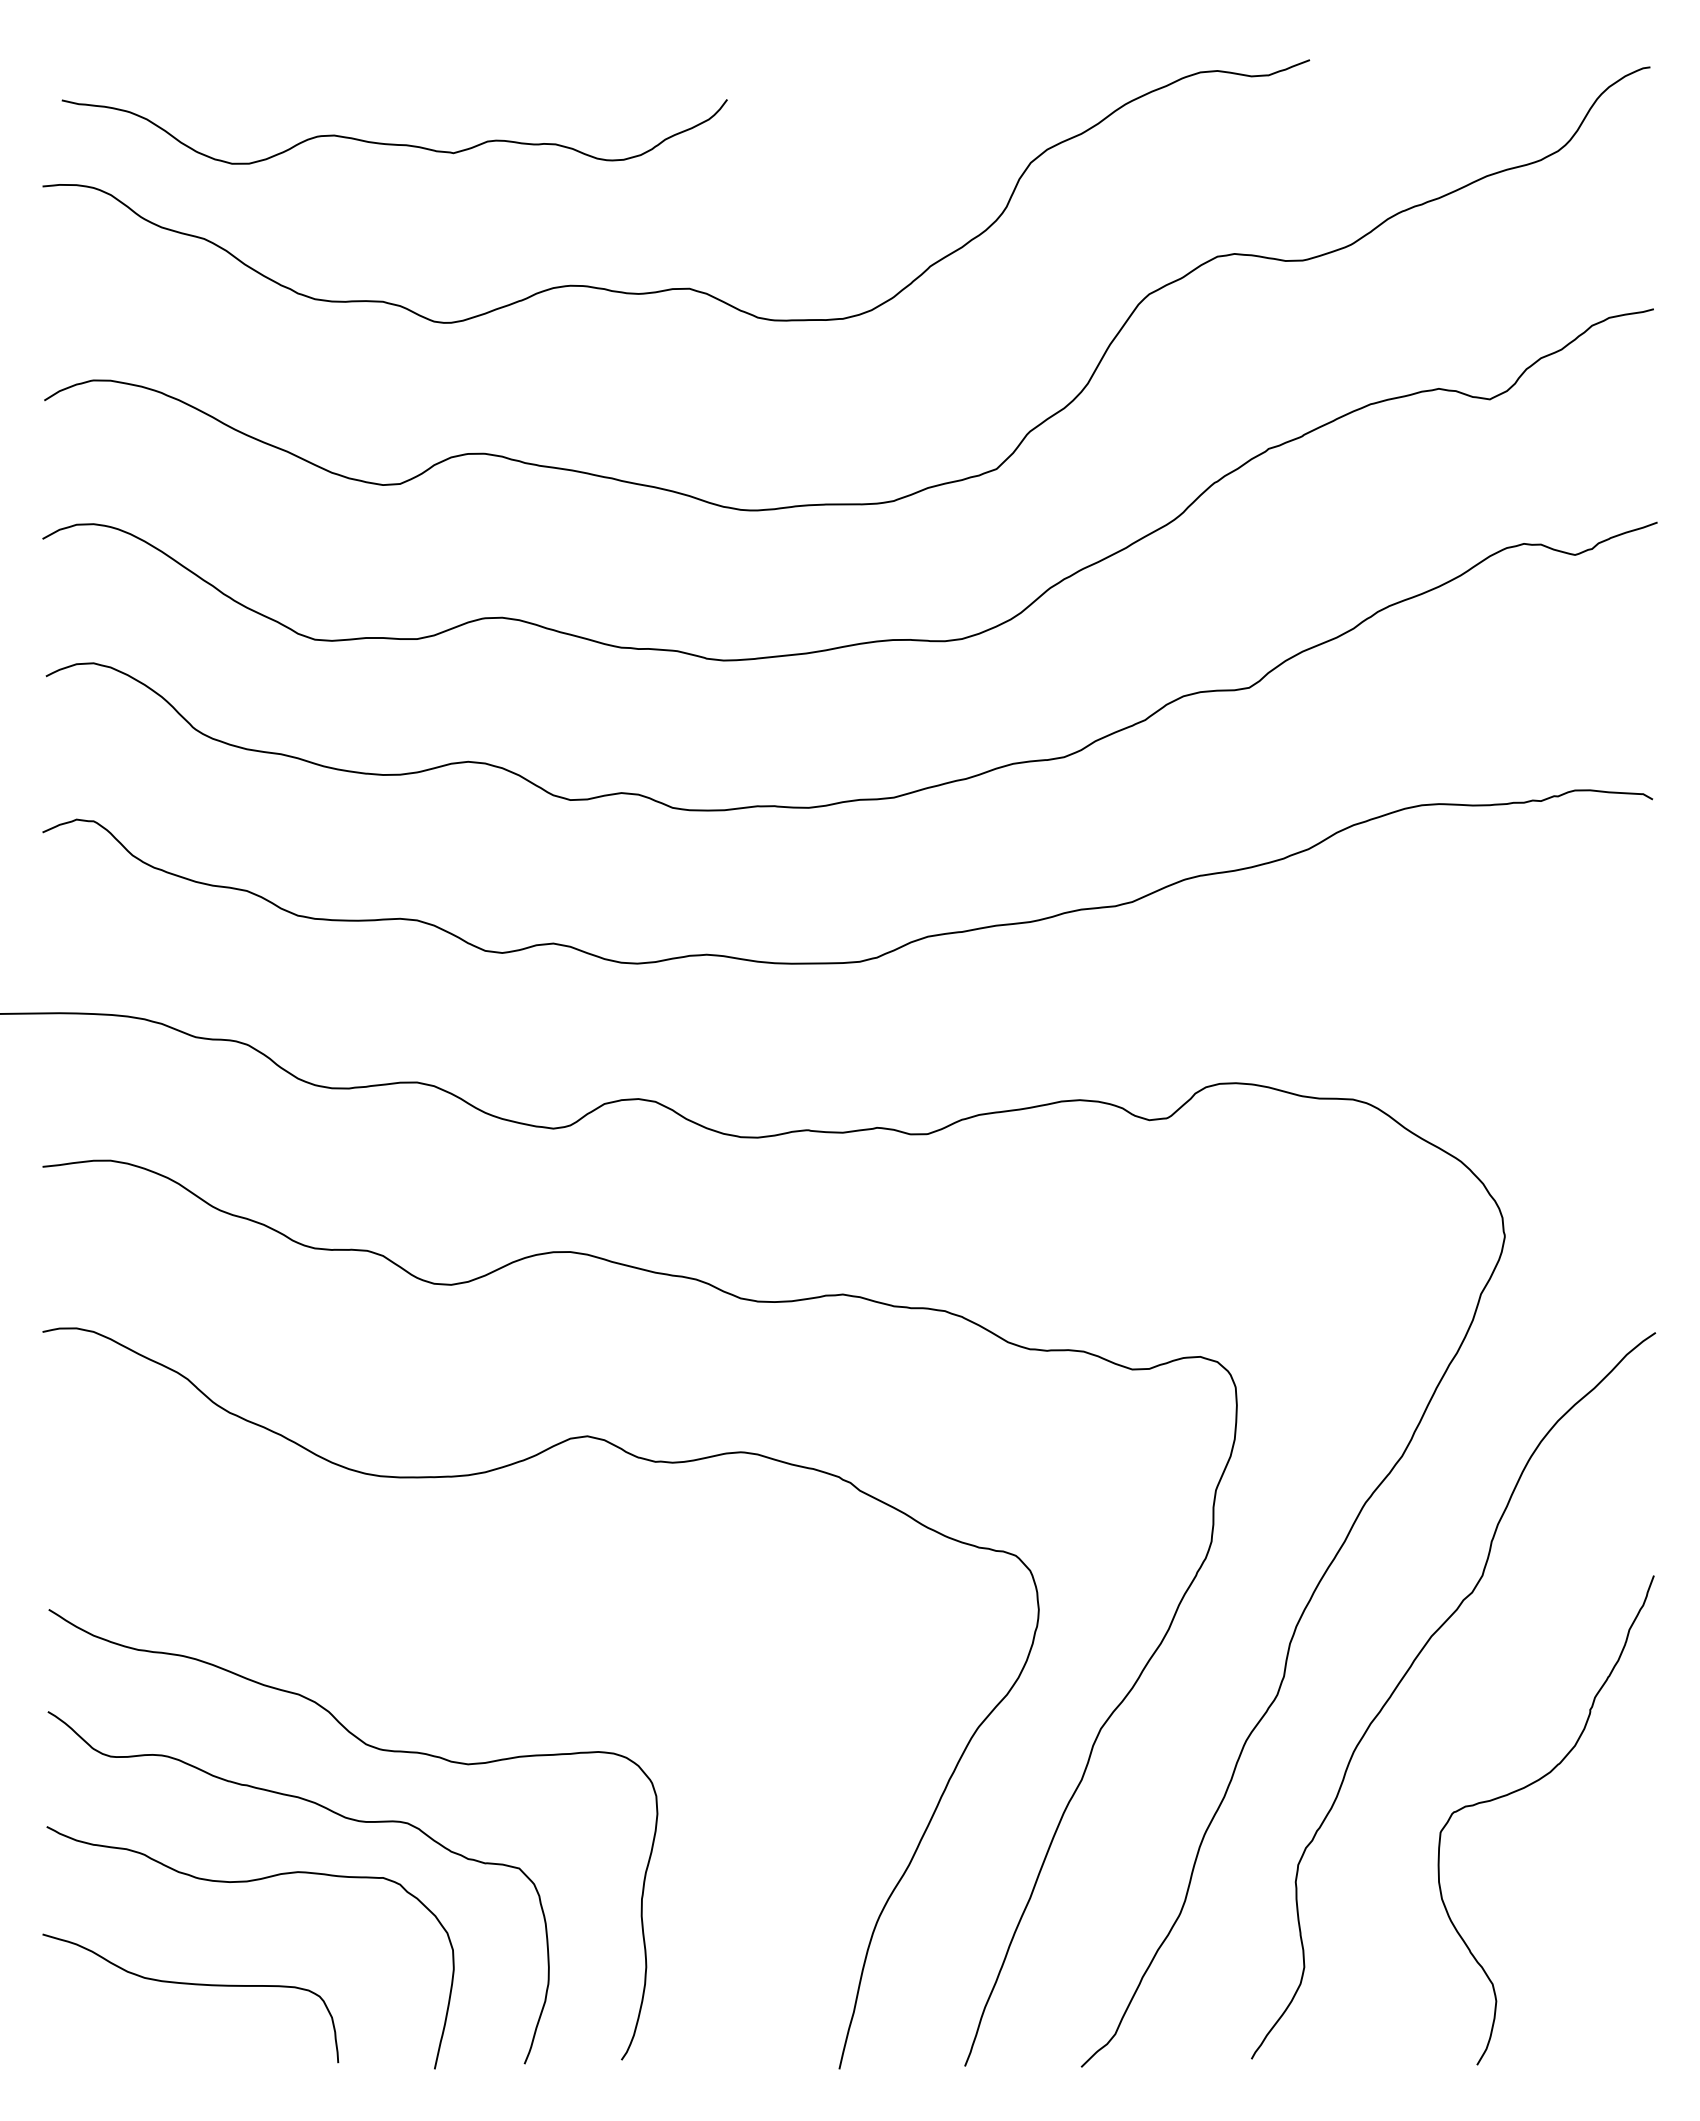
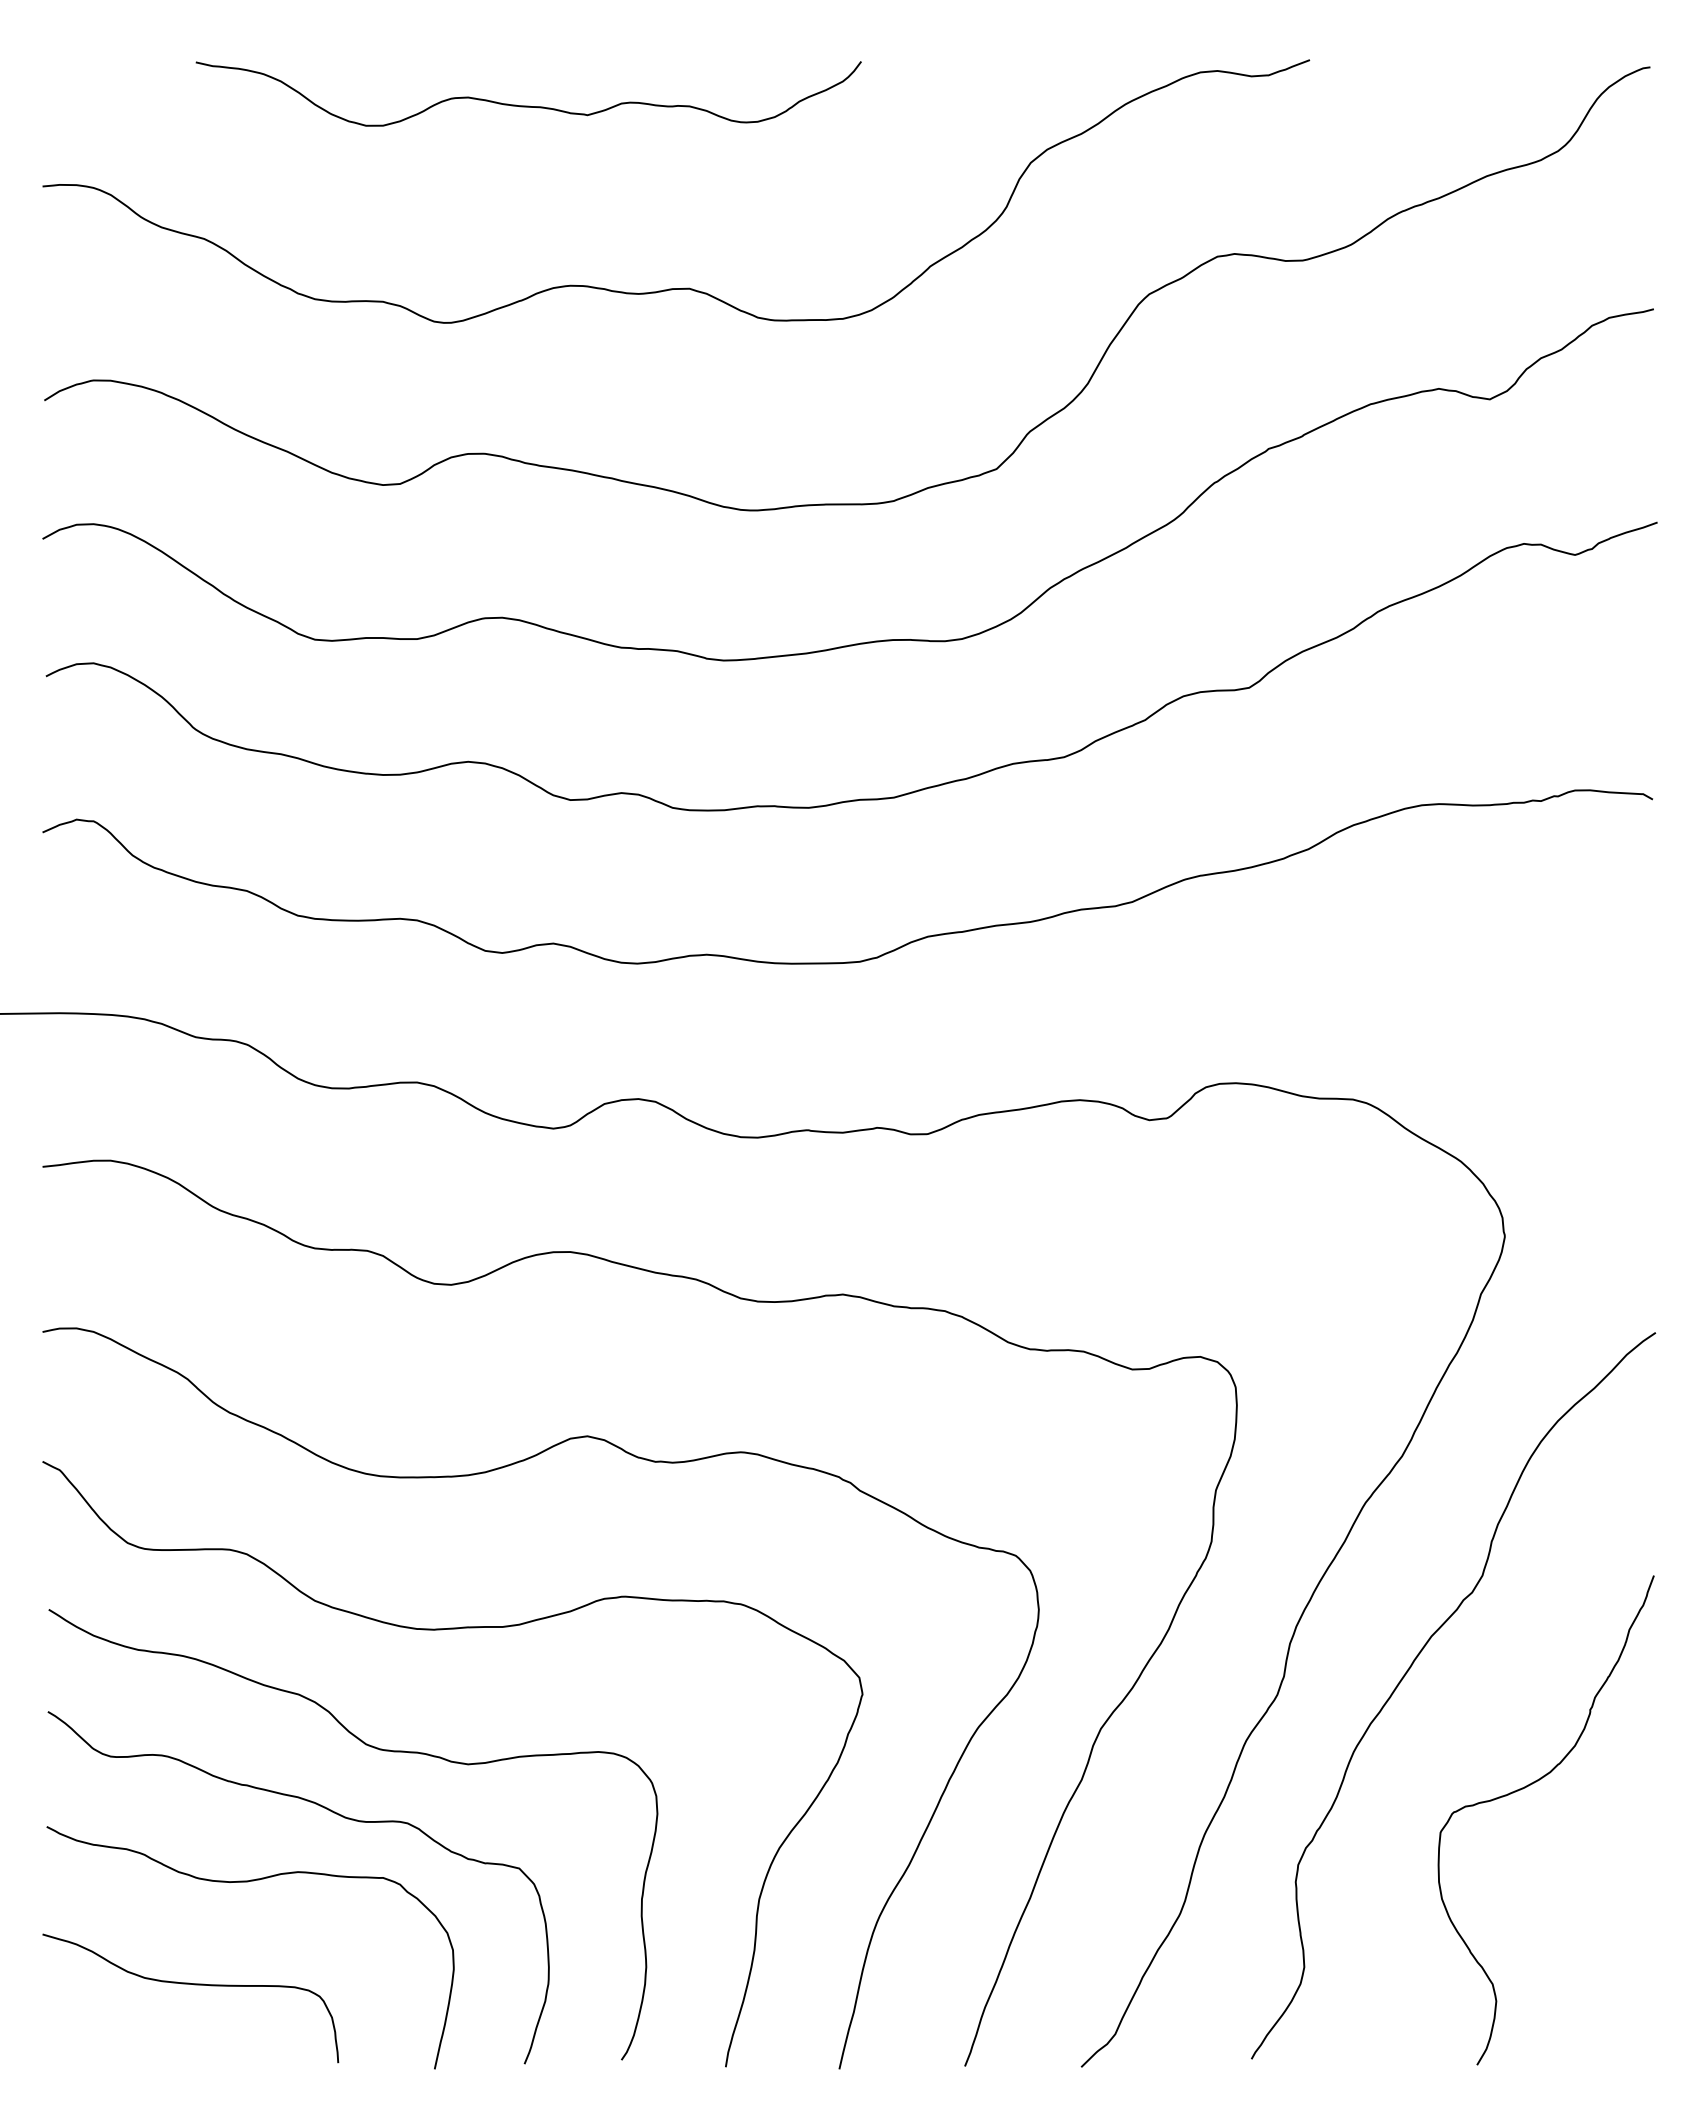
curve at (394, 143) position: (394, 143) -> (528, 105)
curve at (442, 1630): none -> present
